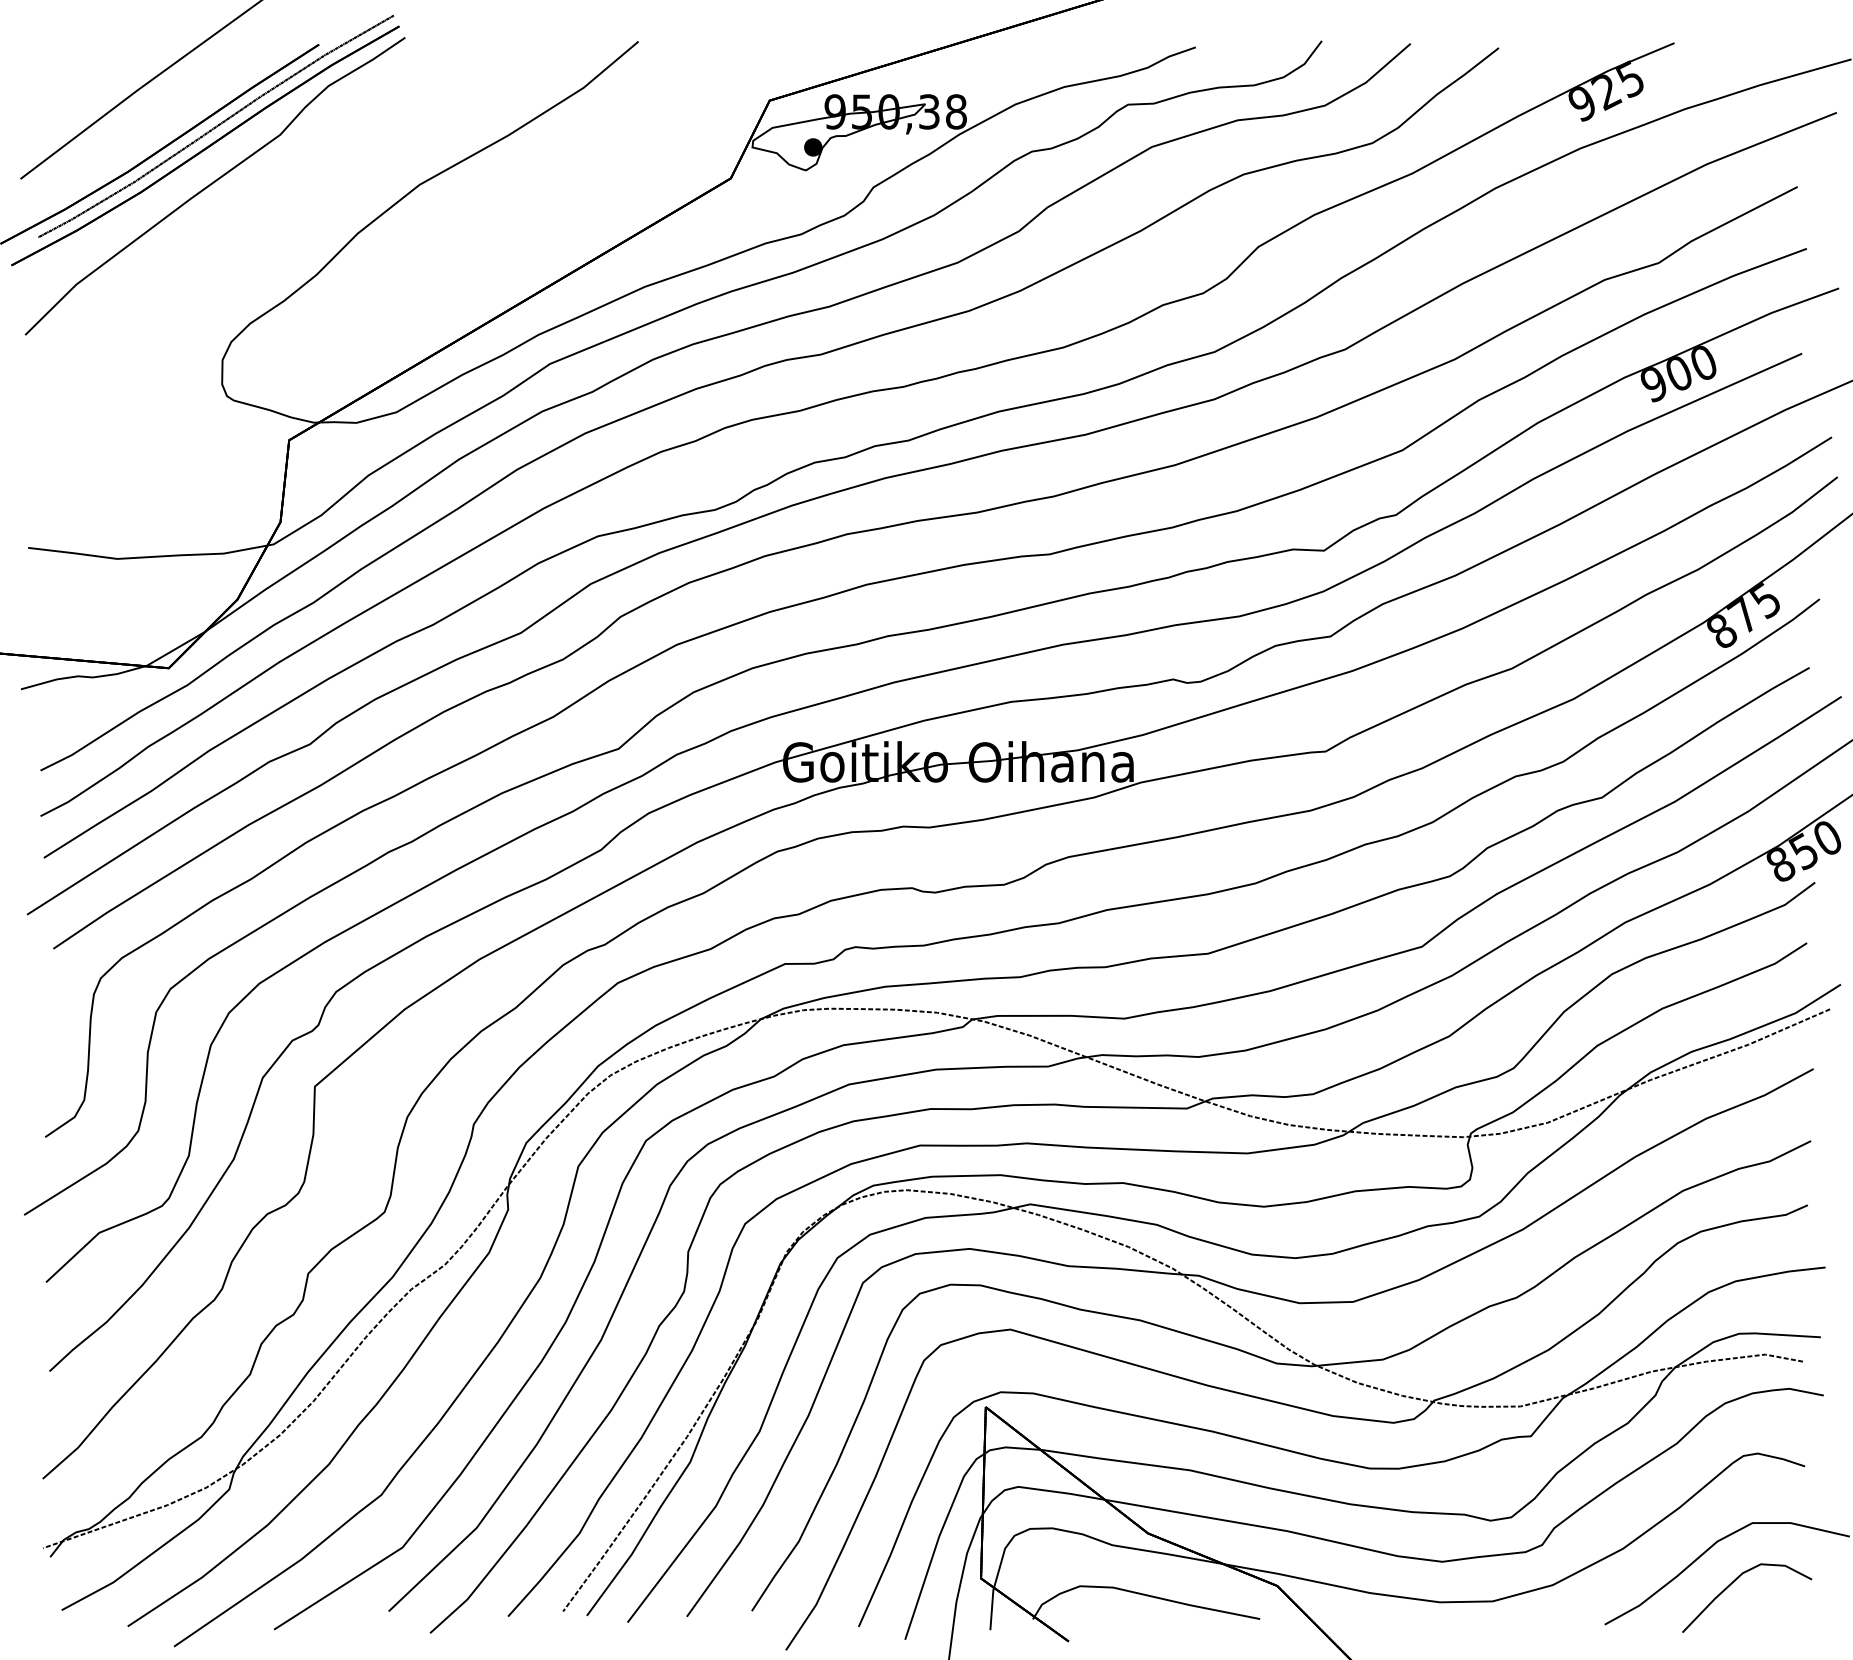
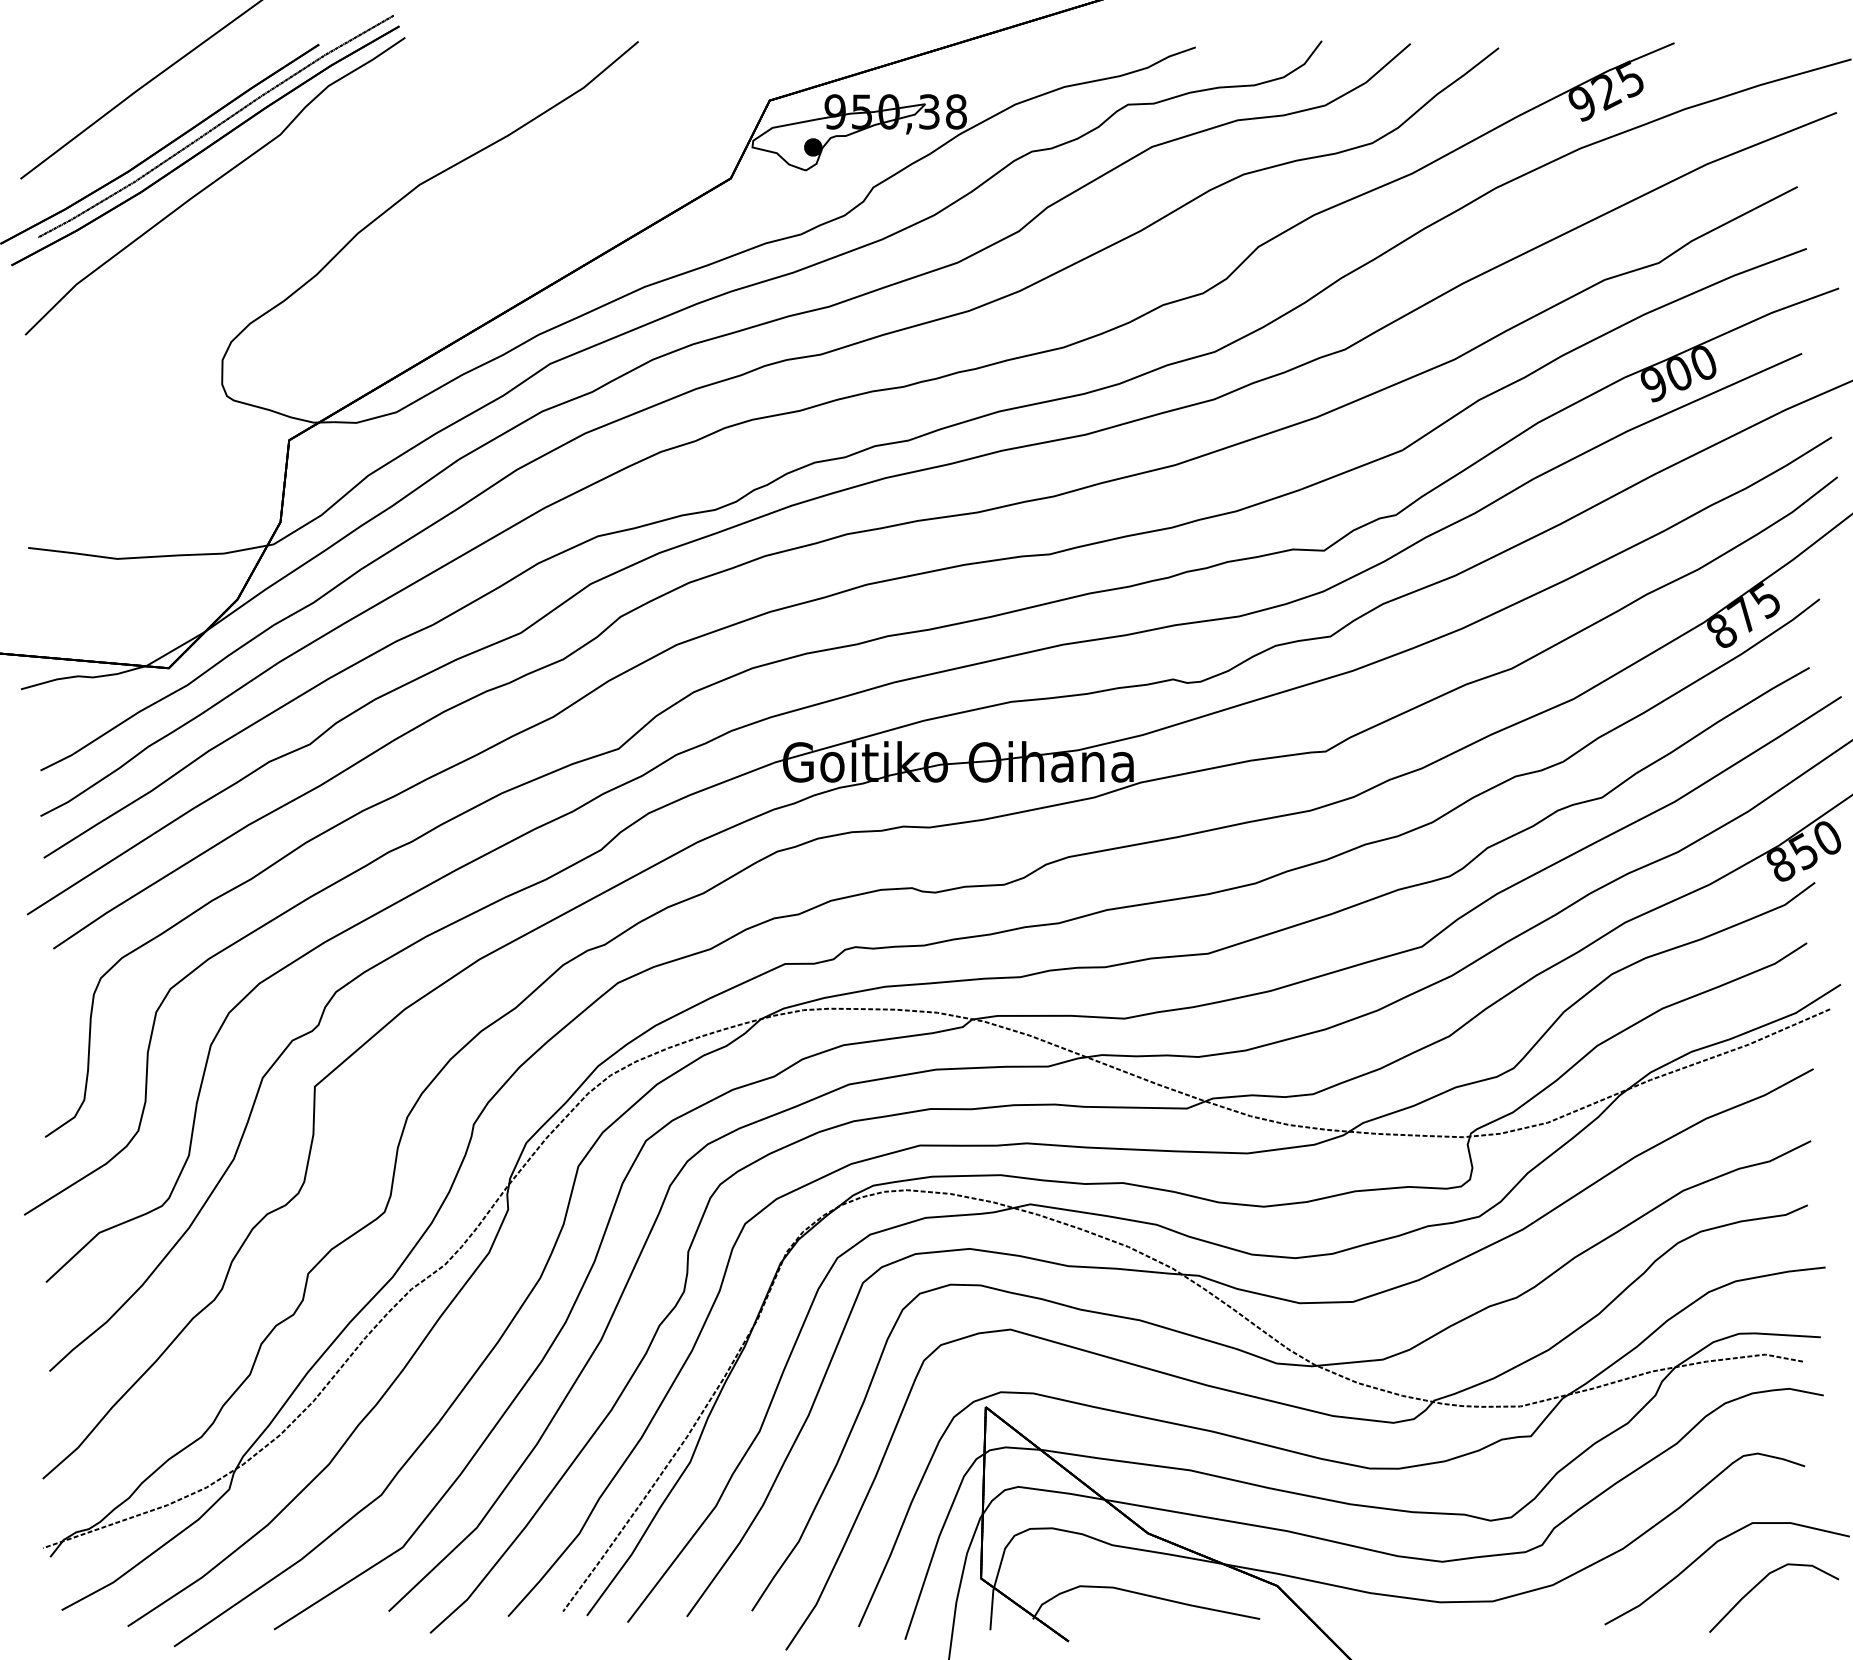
part at (1733, 1583) position: (1733, 1583) -> (1760, 1583)
